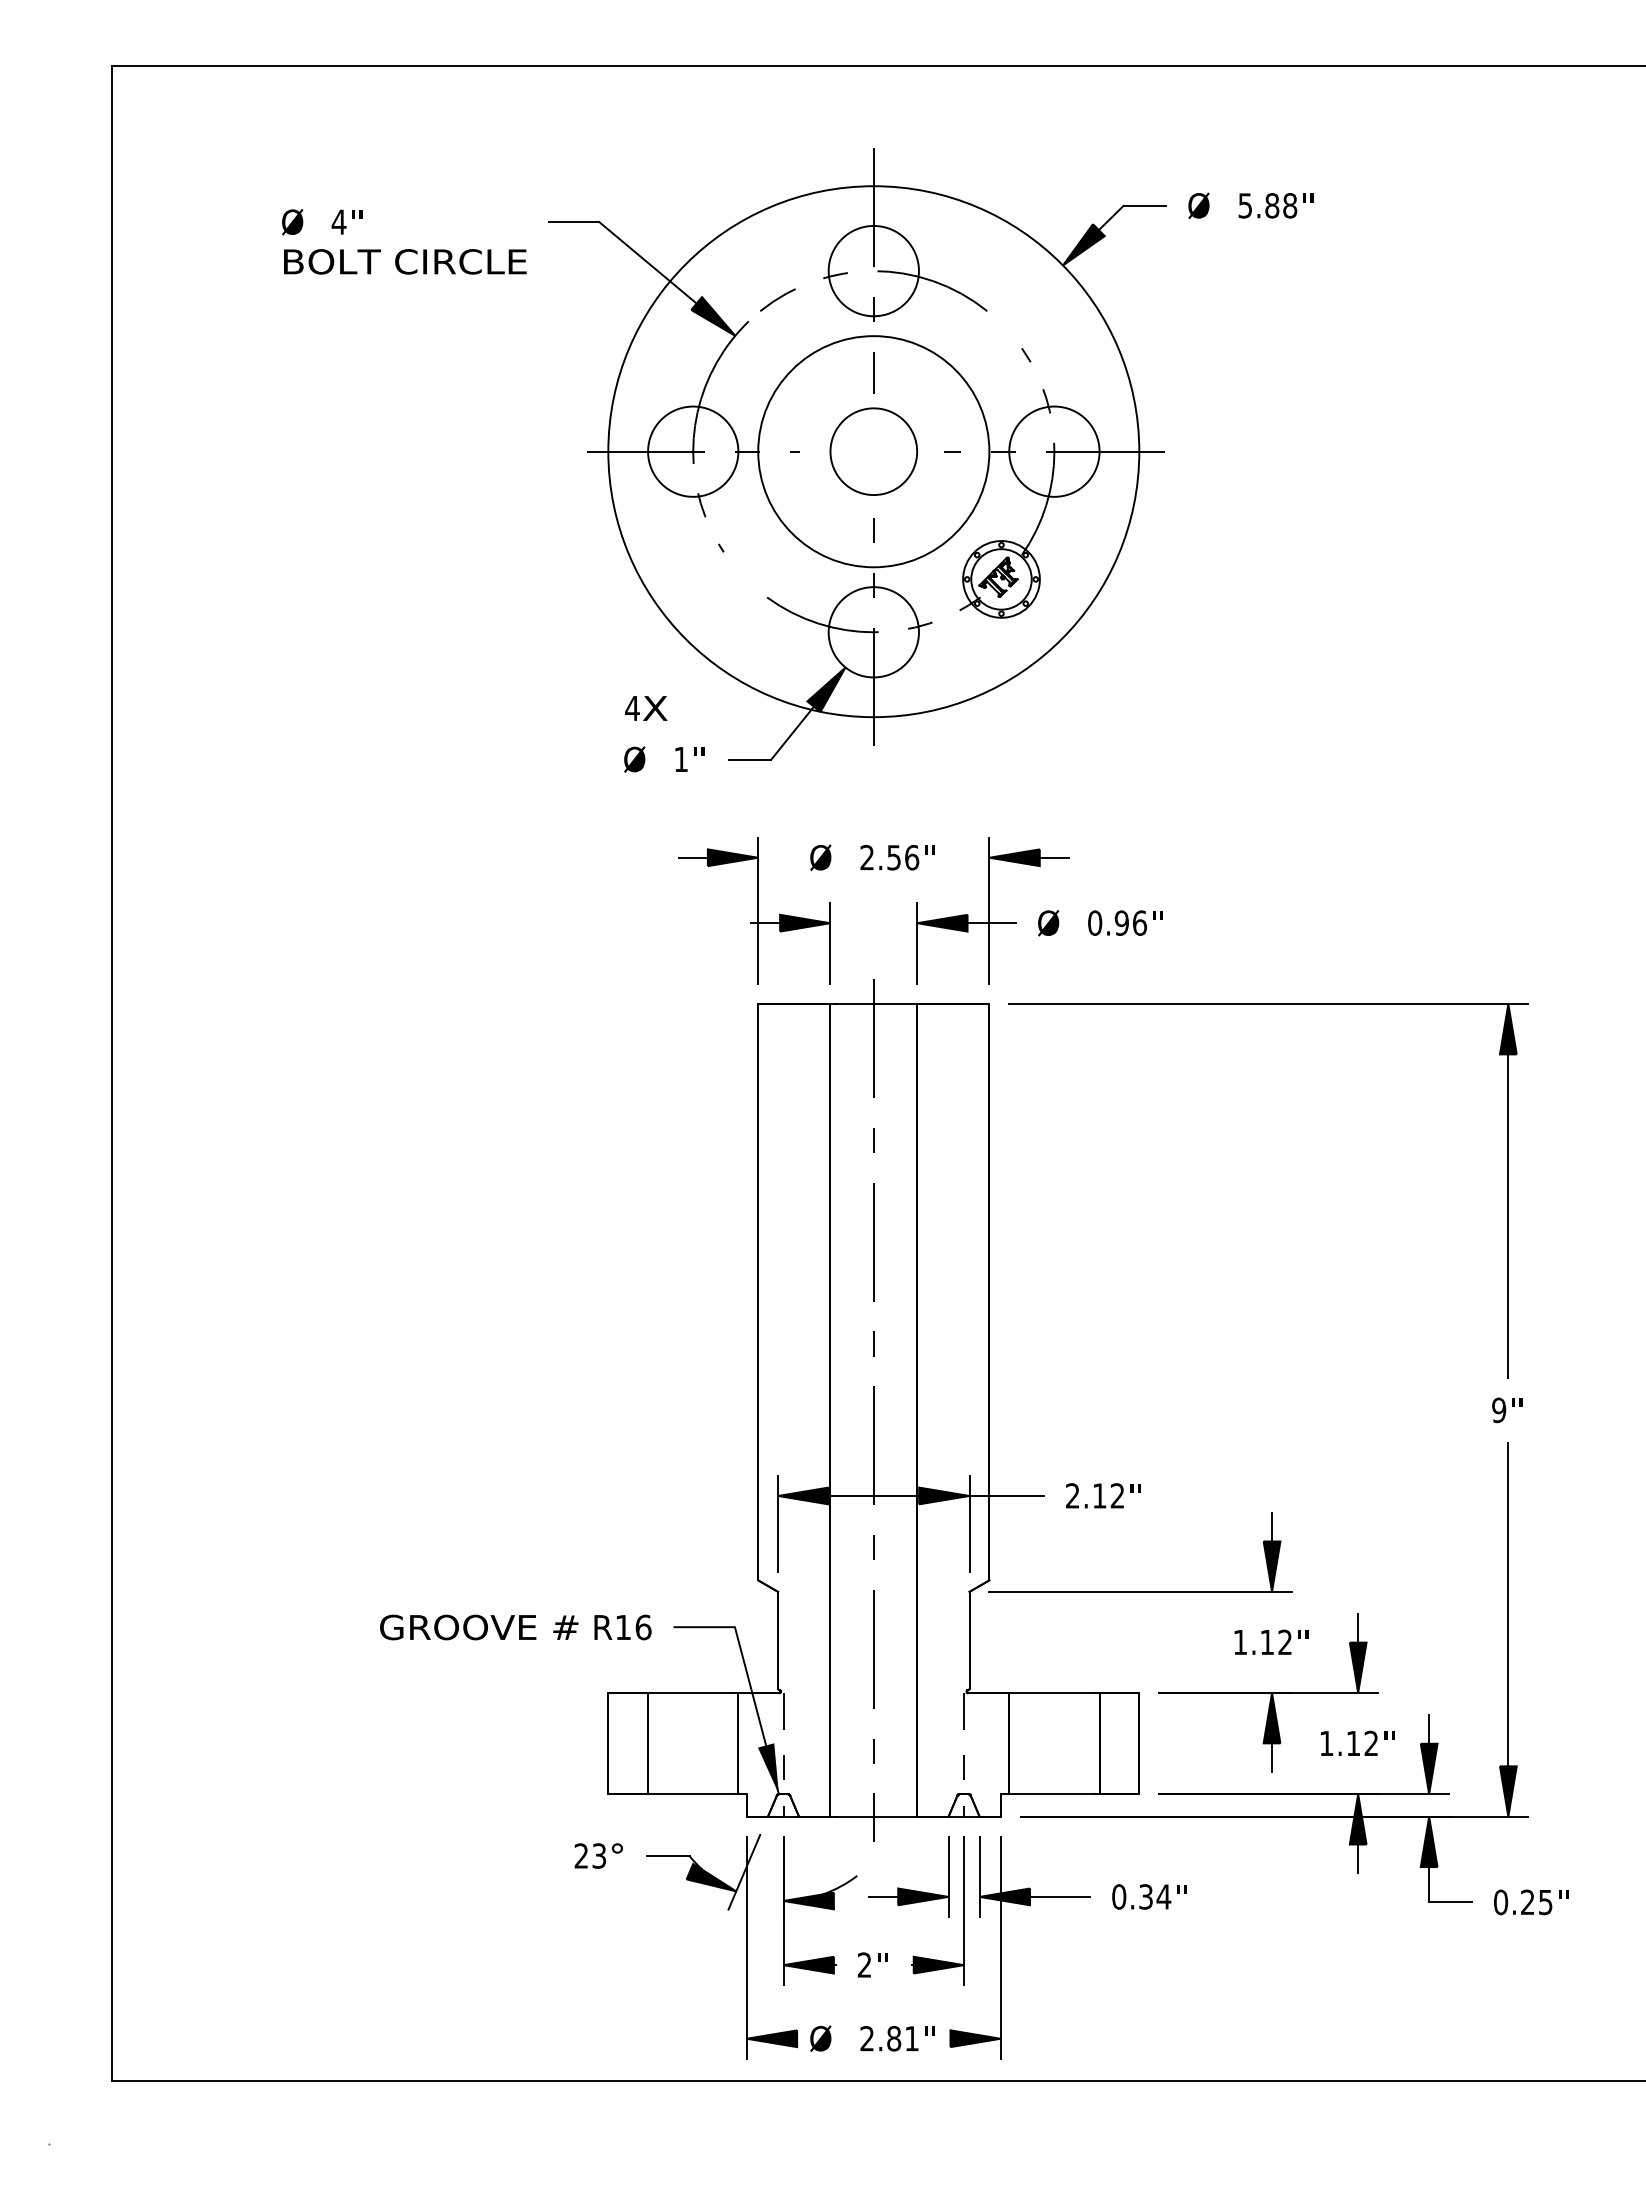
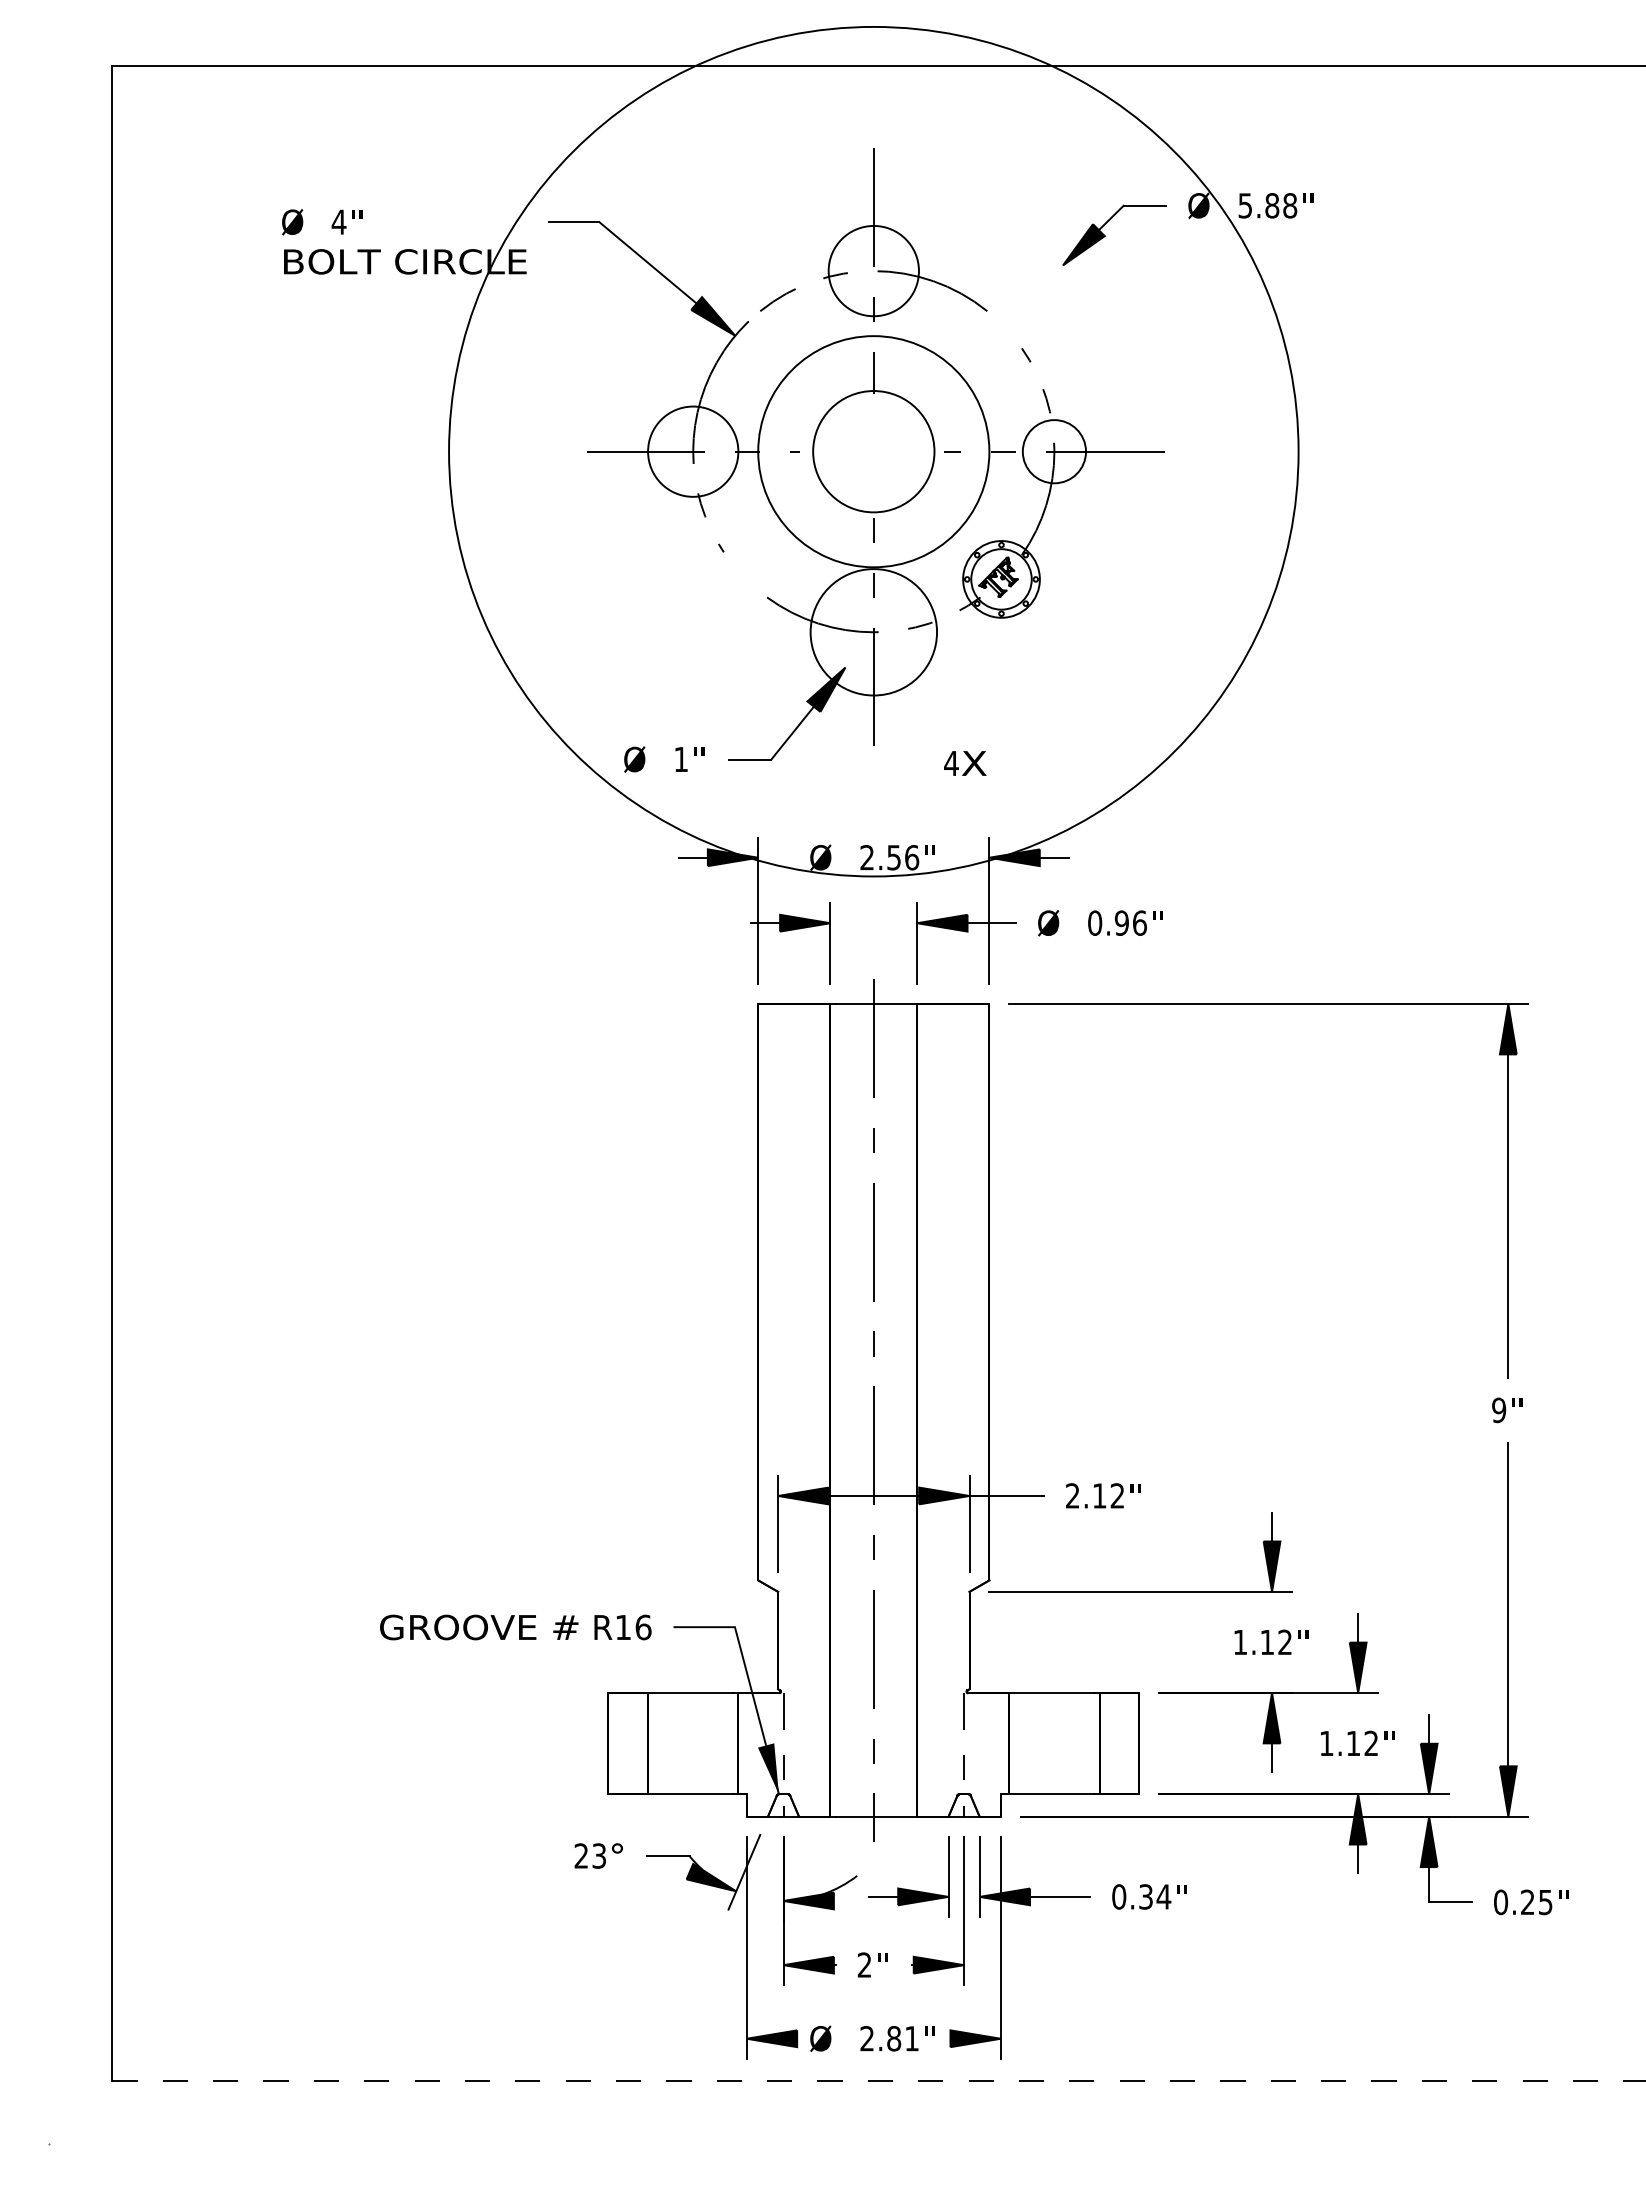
circle at (873, 451) diameter: 531 px -> 850 px
circle at (873, 451) diameter: 87 px -> 121 px
circle at (1054, 451) diameter: 90 px -> 63 px
circle at (873, 632) diameter: 90 px -> 126 px
text at (646, 708) position: (646, 708) -> (965, 763)
line at (879, 2080): solid -> dashed
